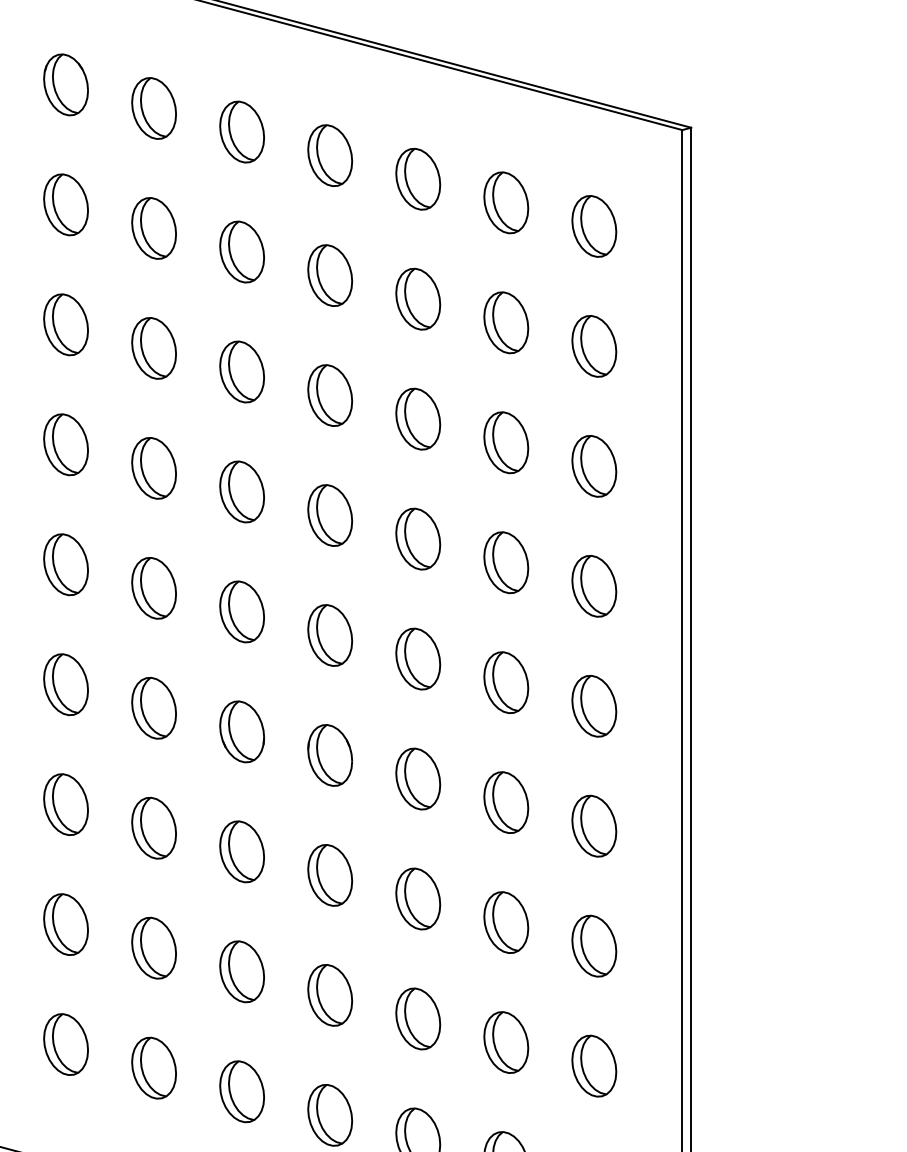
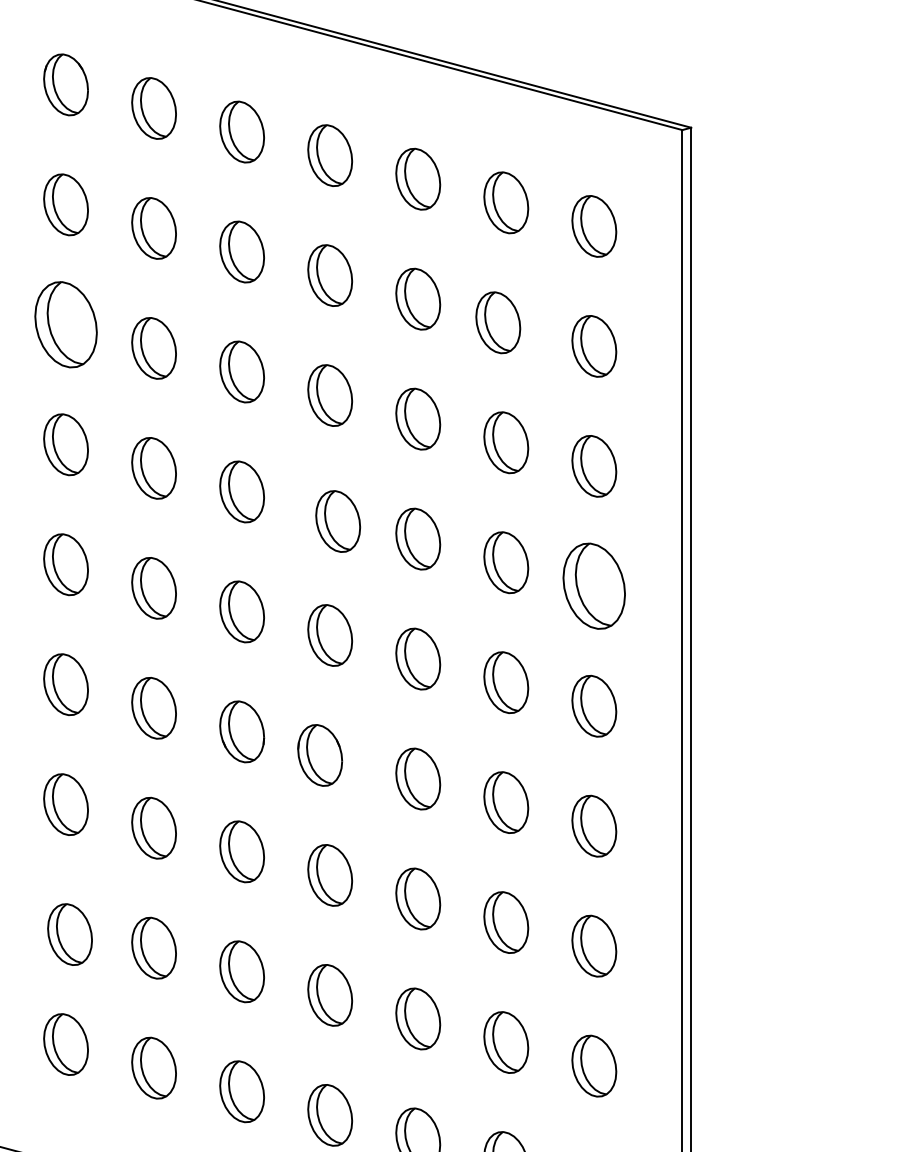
part at (506, 322) position: (506, 322) -> (498, 322)
part at (65, 324) size: 46x64 px -> 64x88 px
part at (330, 515) position: (330, 515) -> (338, 521)
part at (594, 586) size: 47x63 px -> 64x88 px
part at (330, 755) position: (330, 755) -> (320, 755)
part at (65, 924) position: (65, 924) -> (69, 934)
